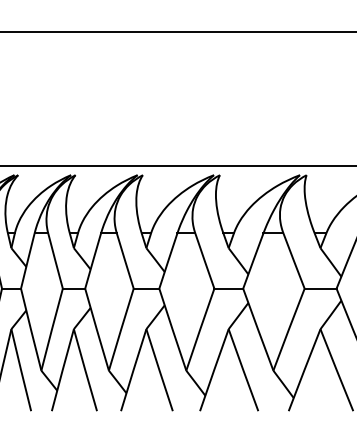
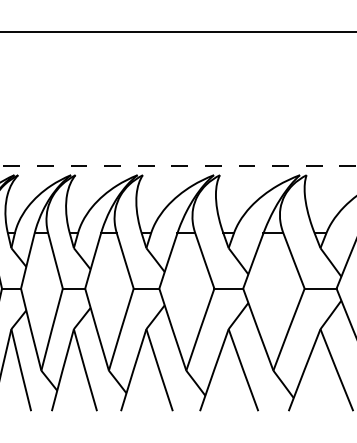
line at (178, 166): solid -> dashed
